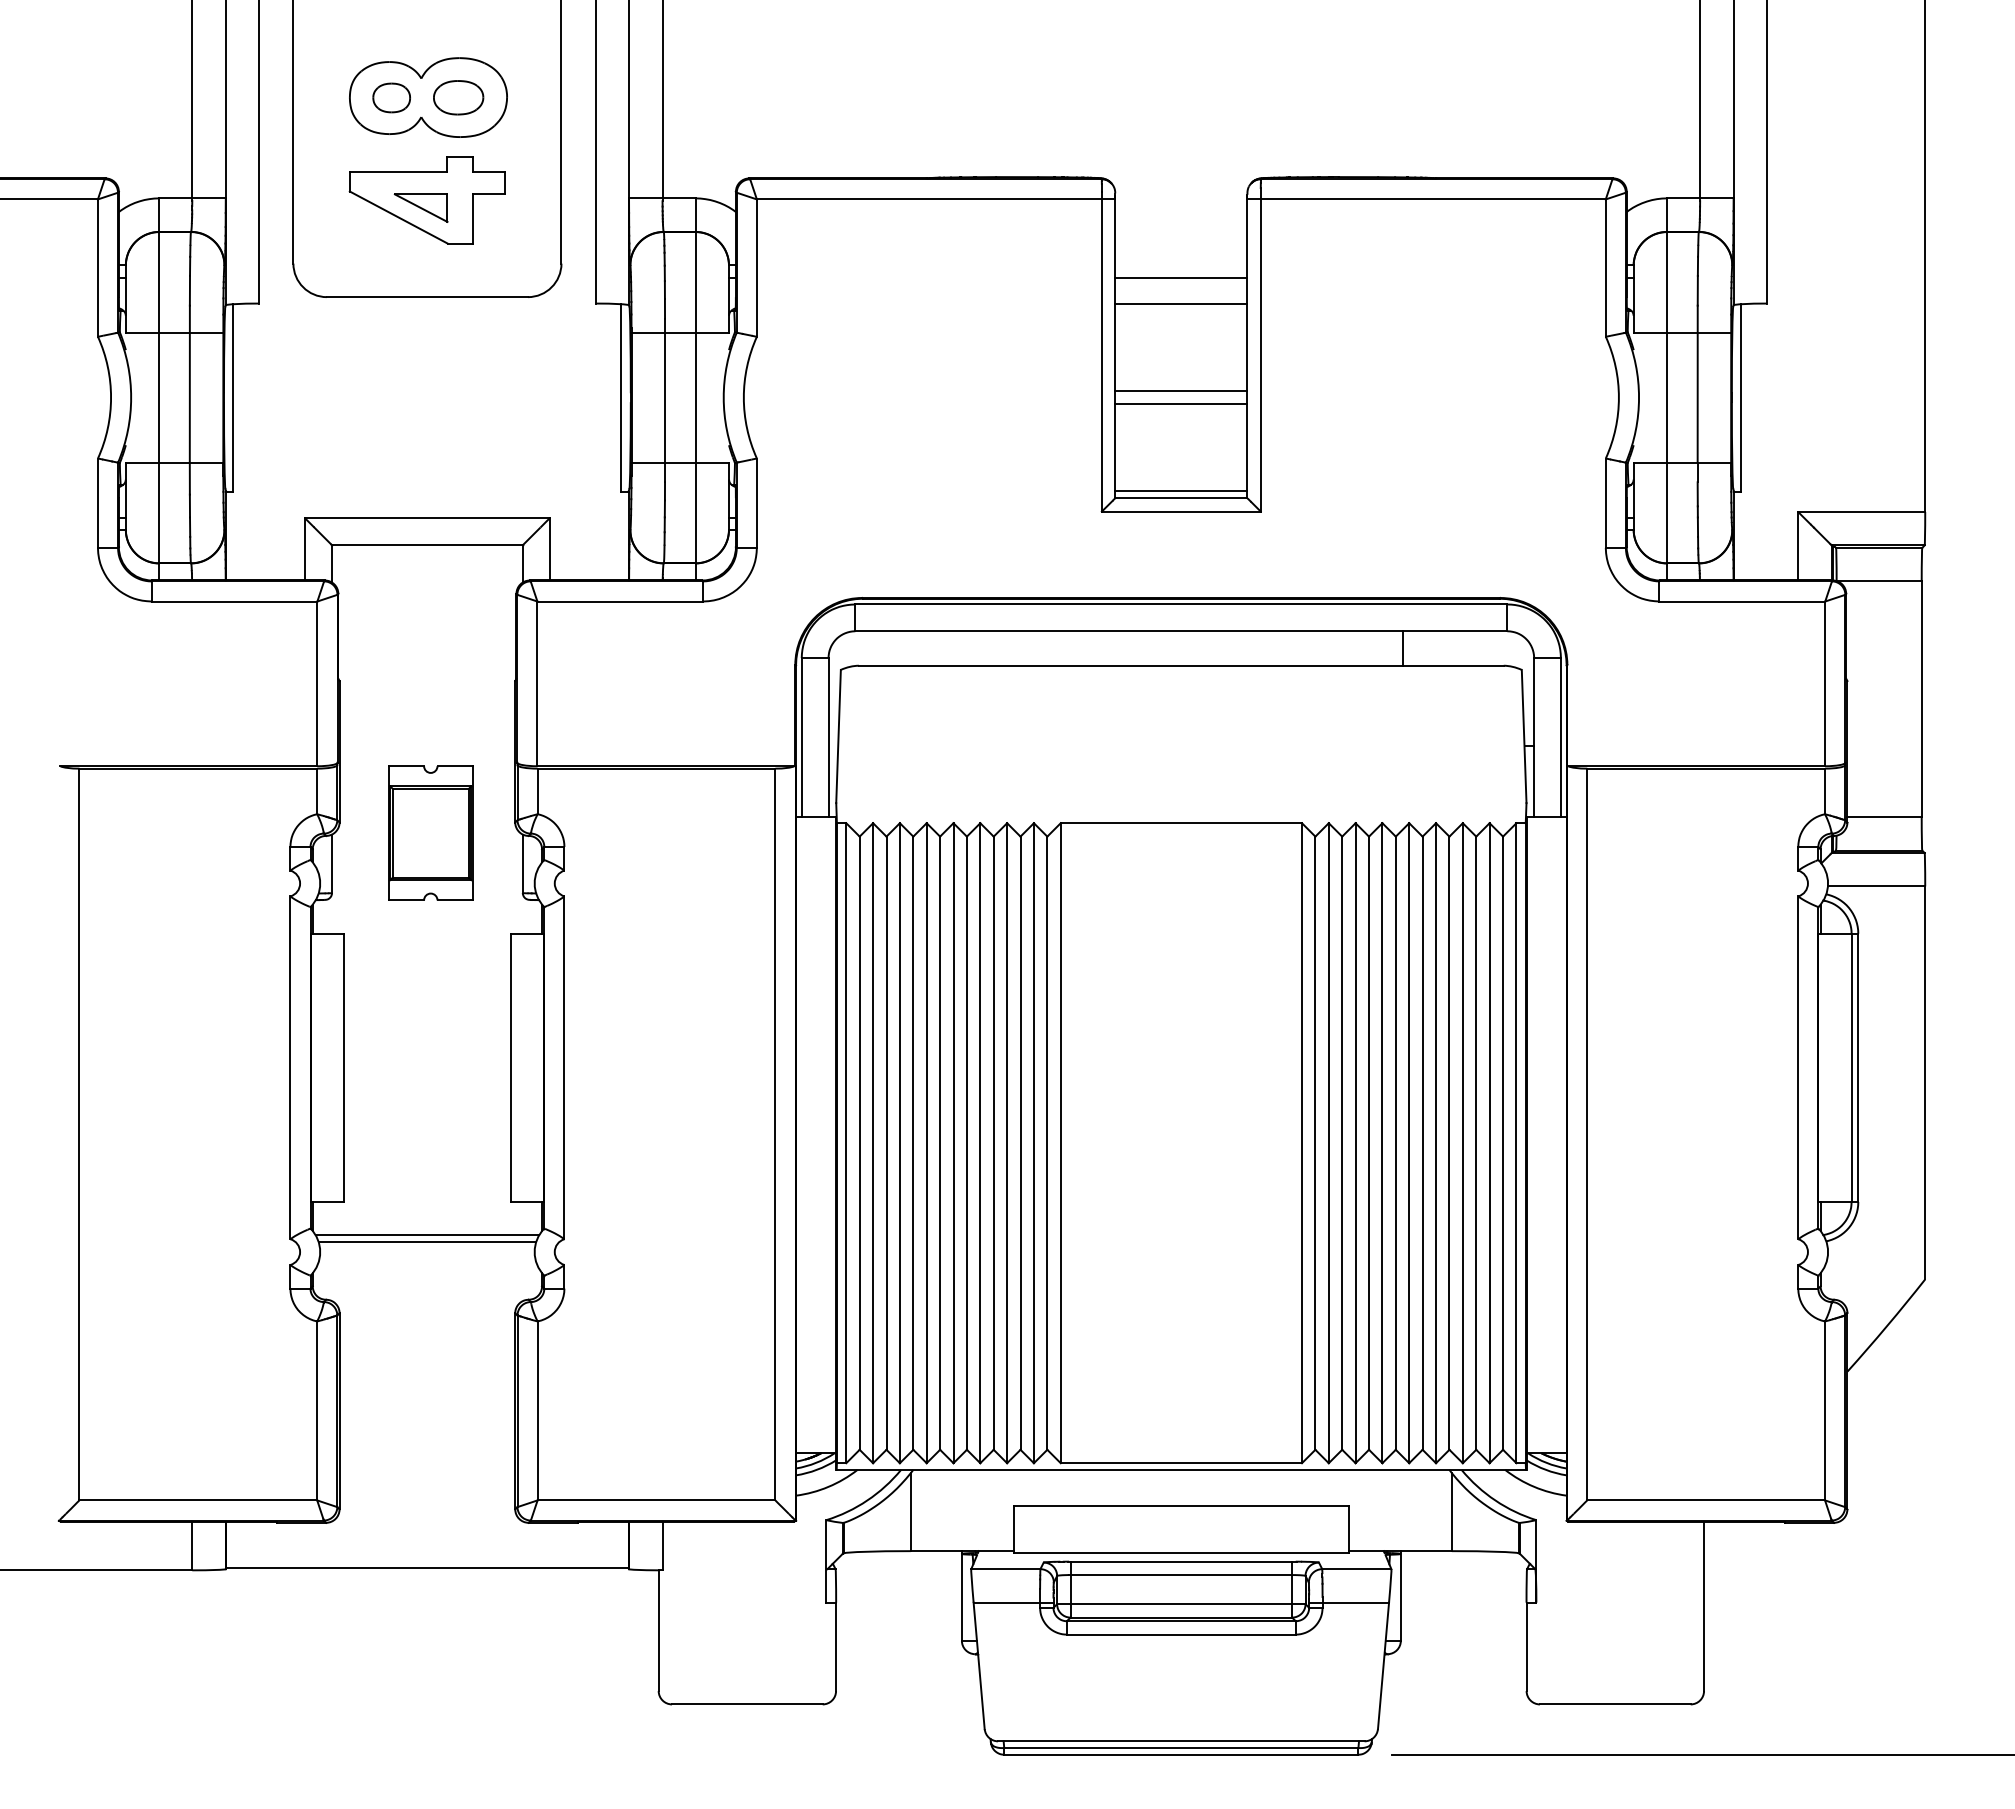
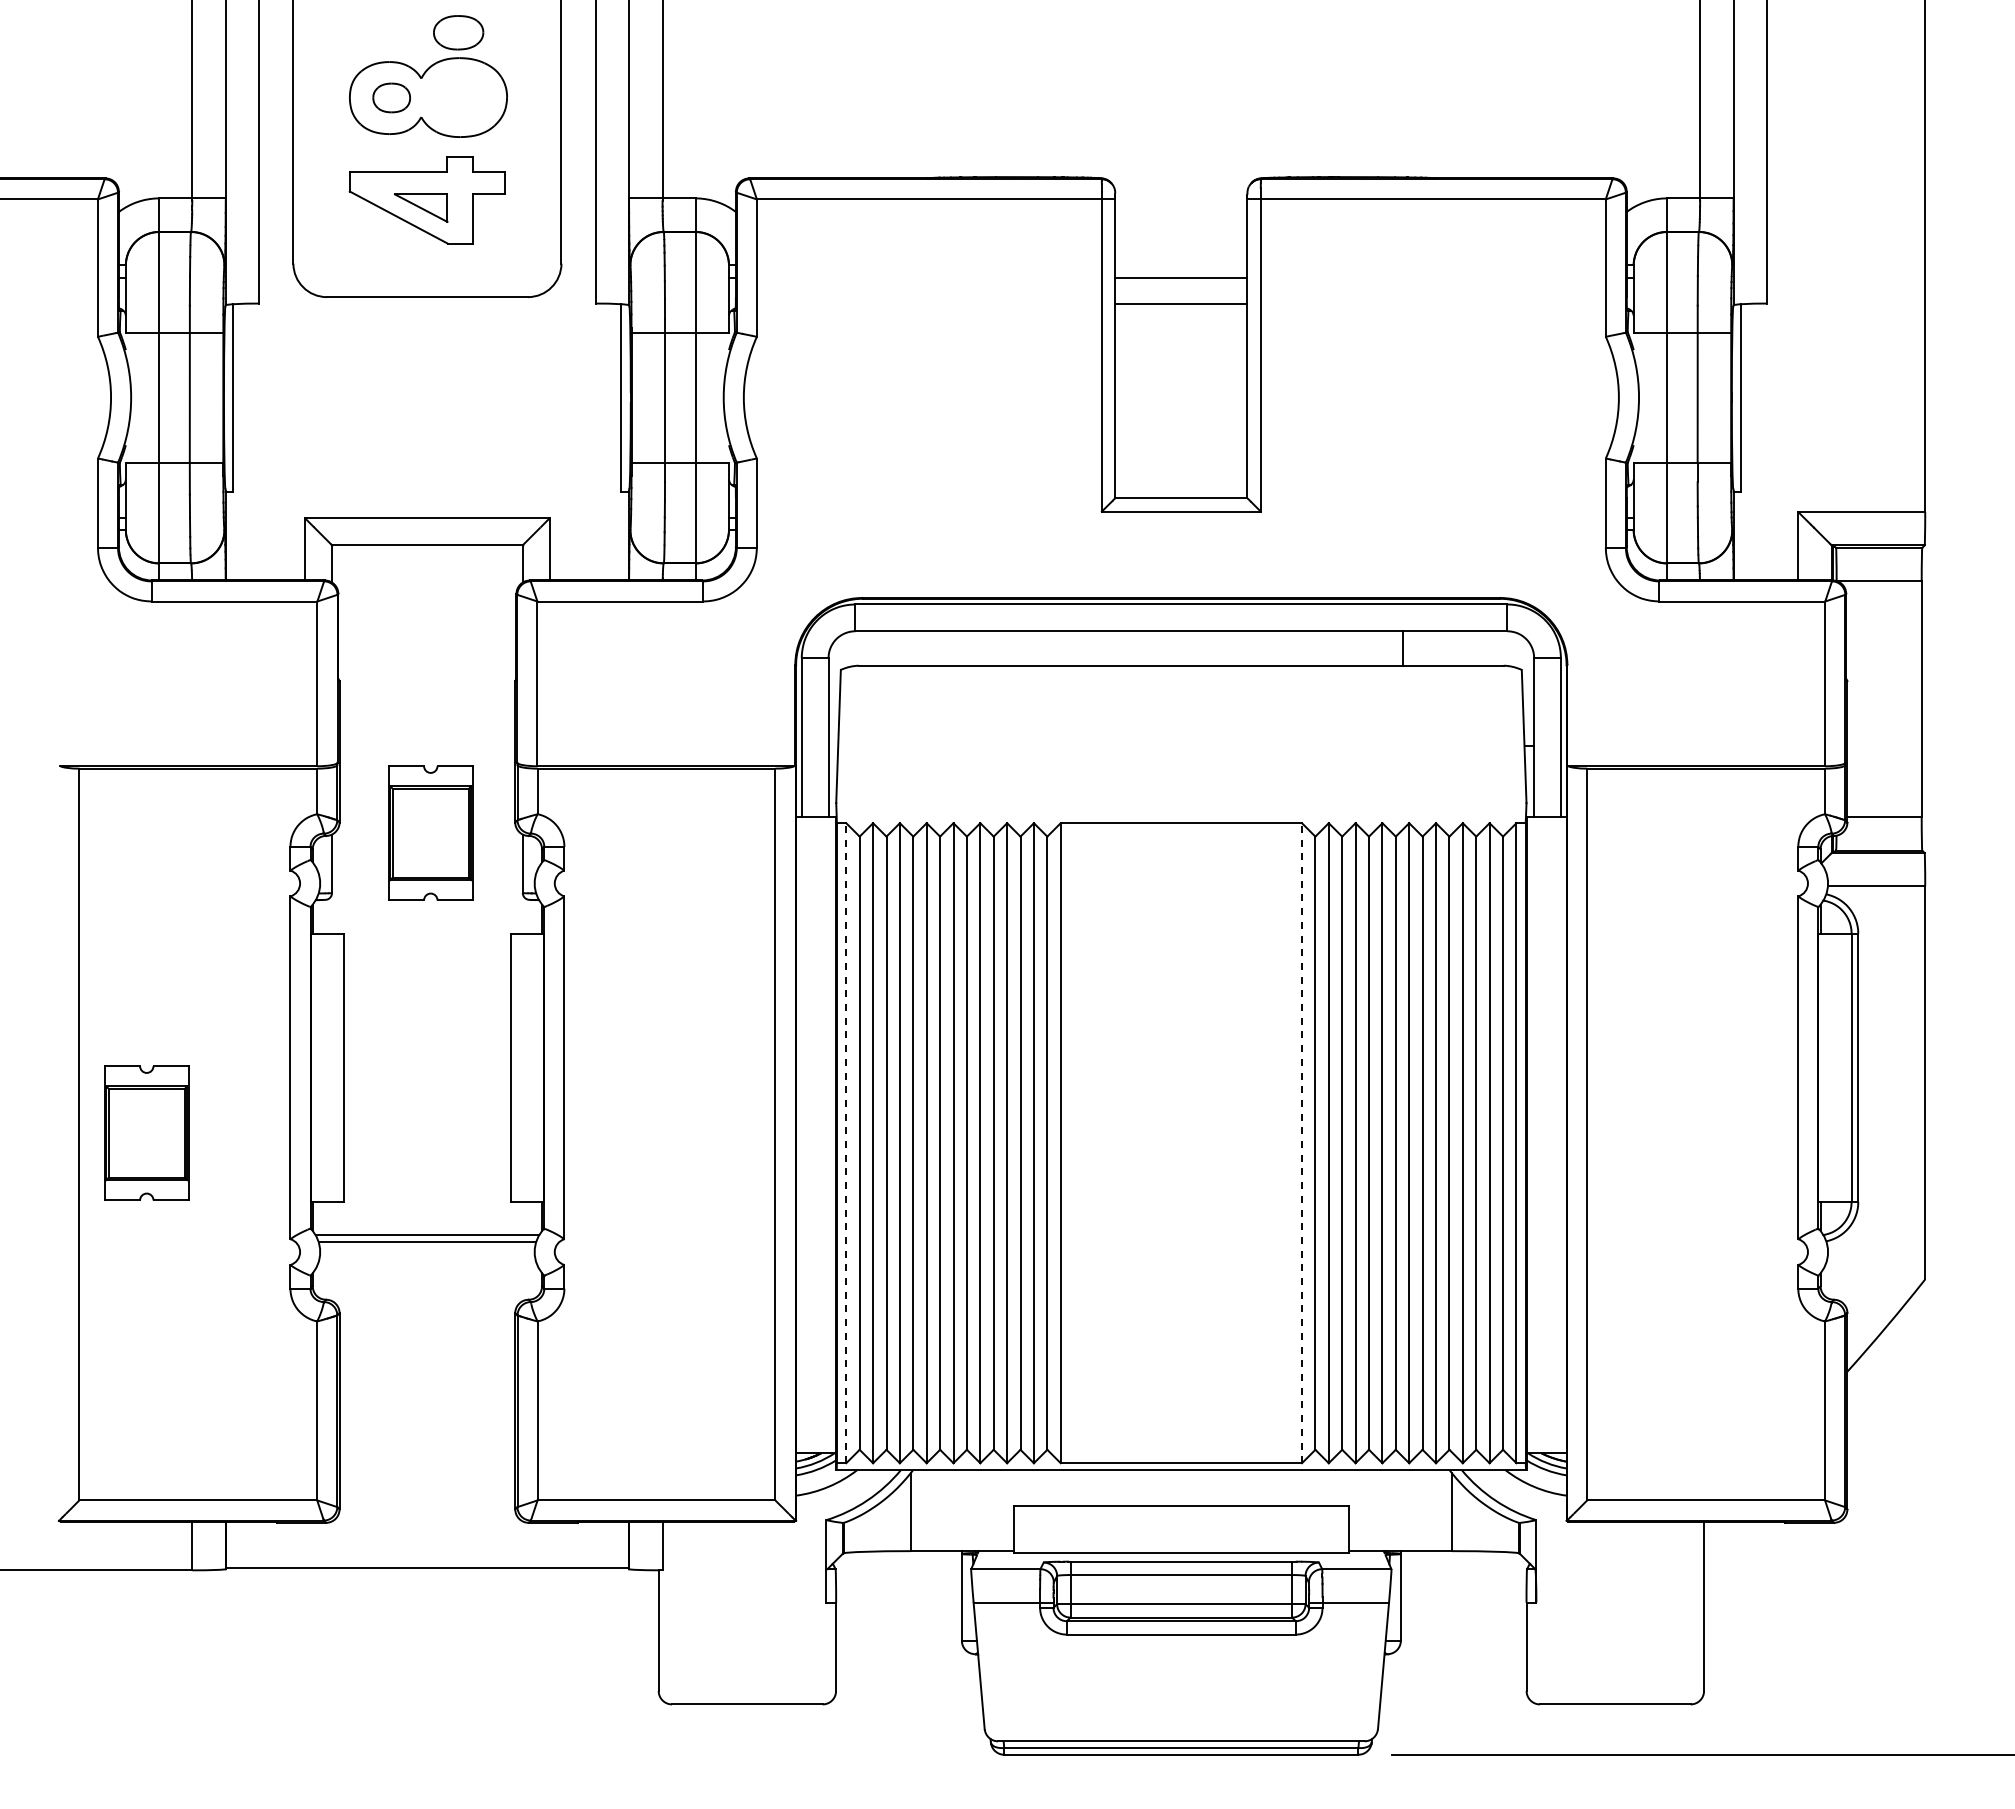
part at (458, 97) position: (458, 97) -> (458, 32)
line at (1181, 391): present -> none
line at (1181, 404): present -> none
line at (1181, 491): present -> none
part at (146, 1132): none -> present
line at (846, 1143): solid -> dashed
line at (1302, 1143): solid -> dashed
